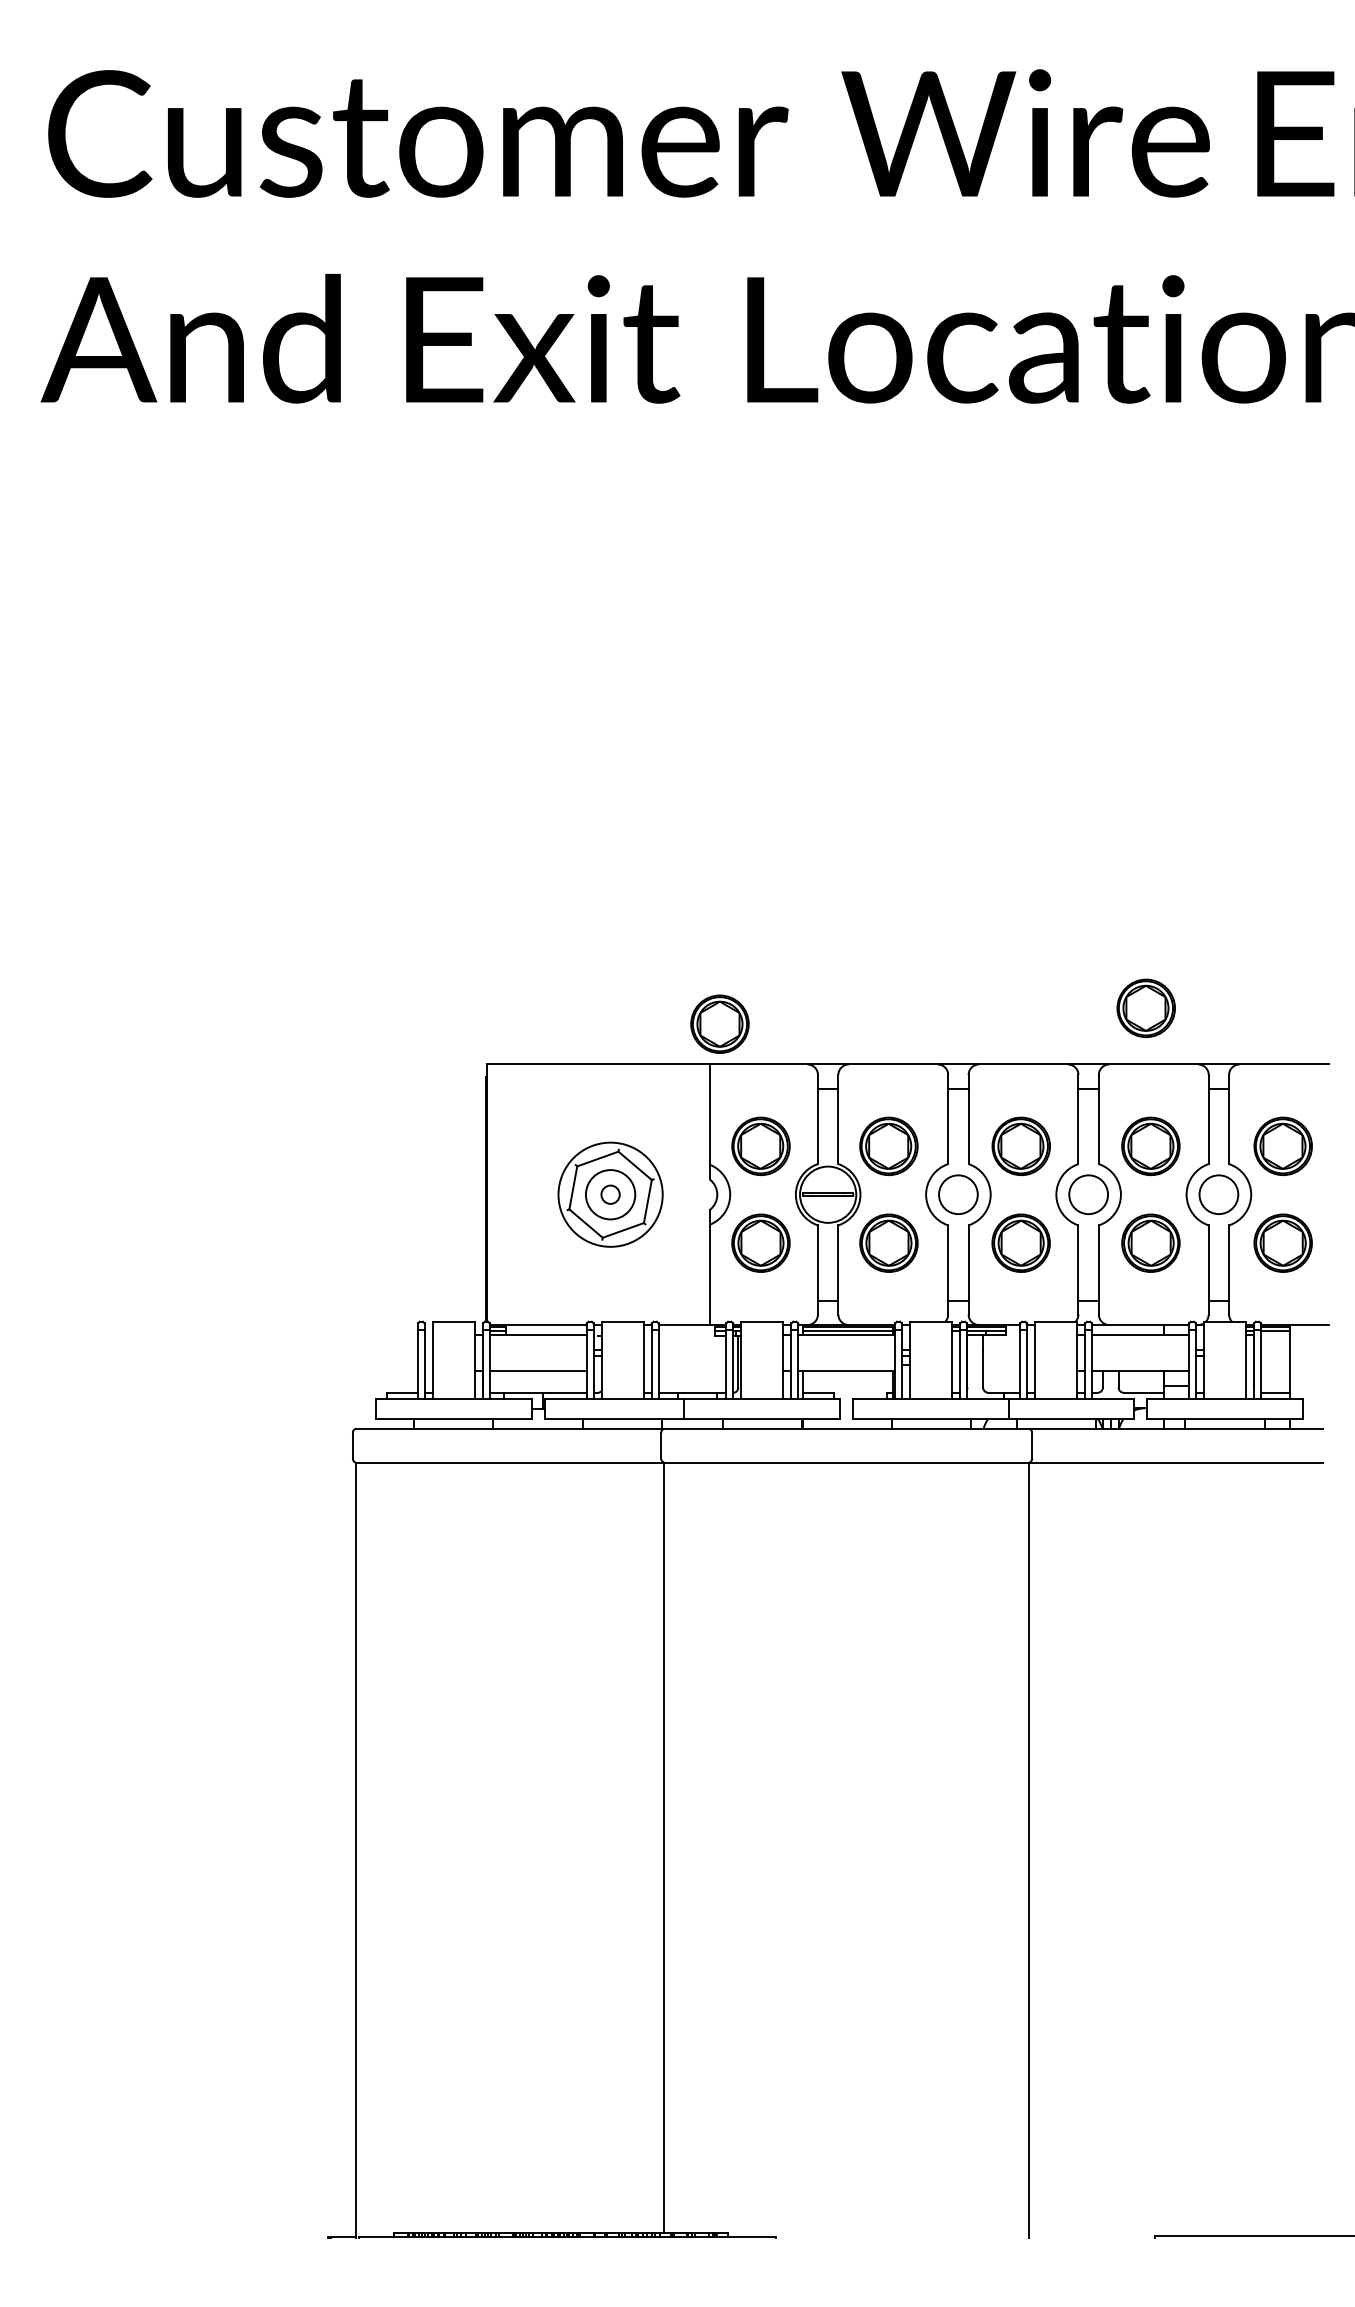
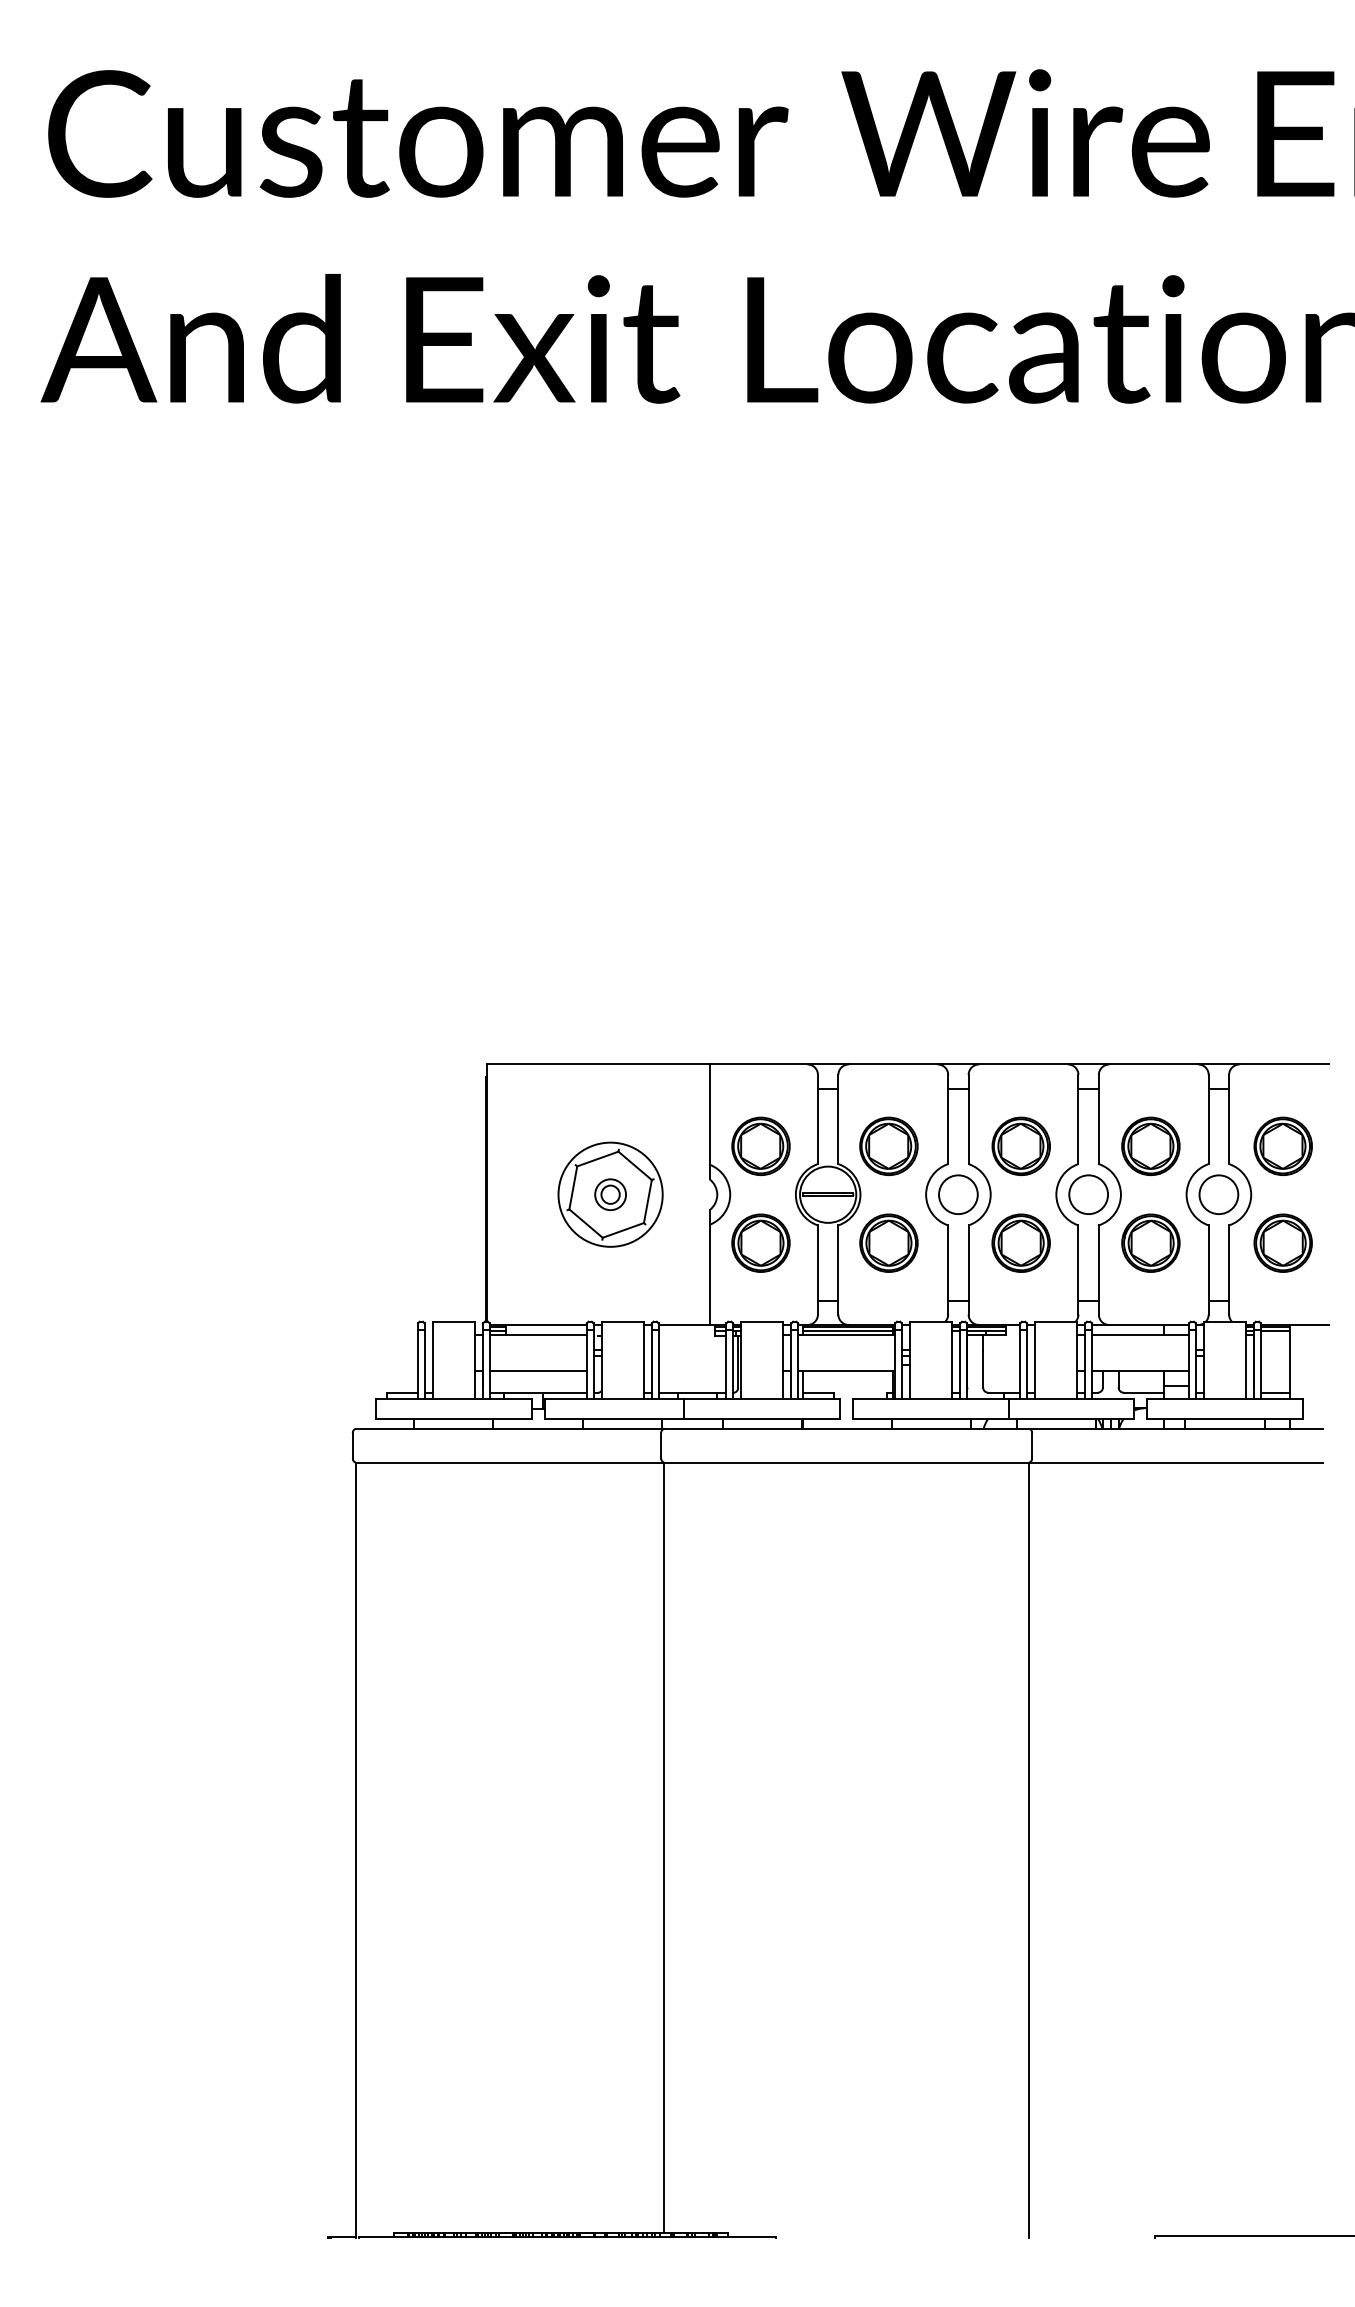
part at (1145, 1007): present -> none
part at (719, 1023): present -> none
circle at (610, 1194) diameter: 49 px -> 31 px
